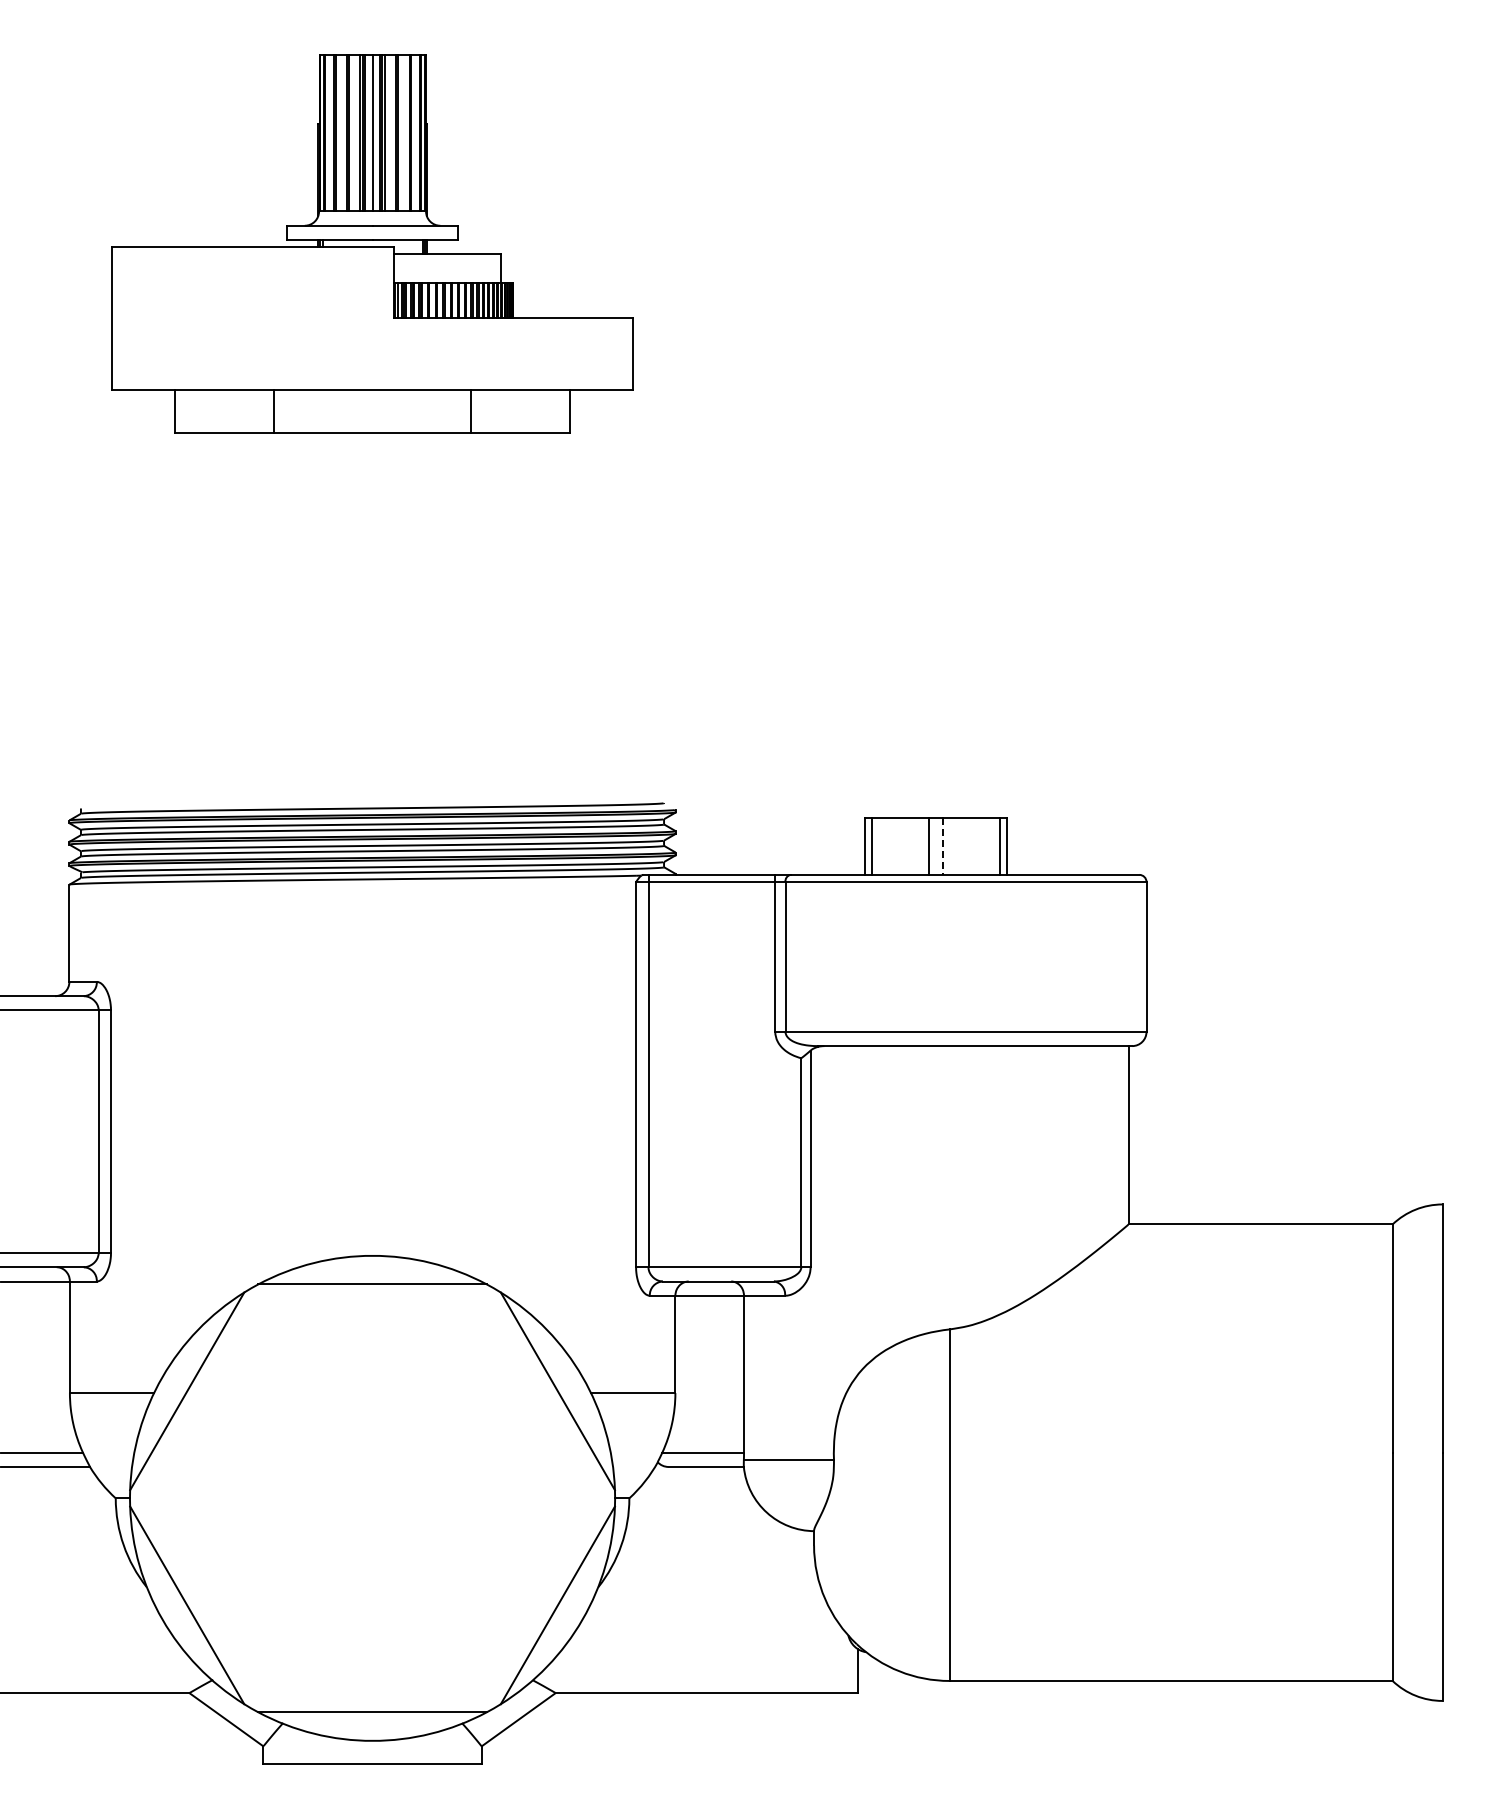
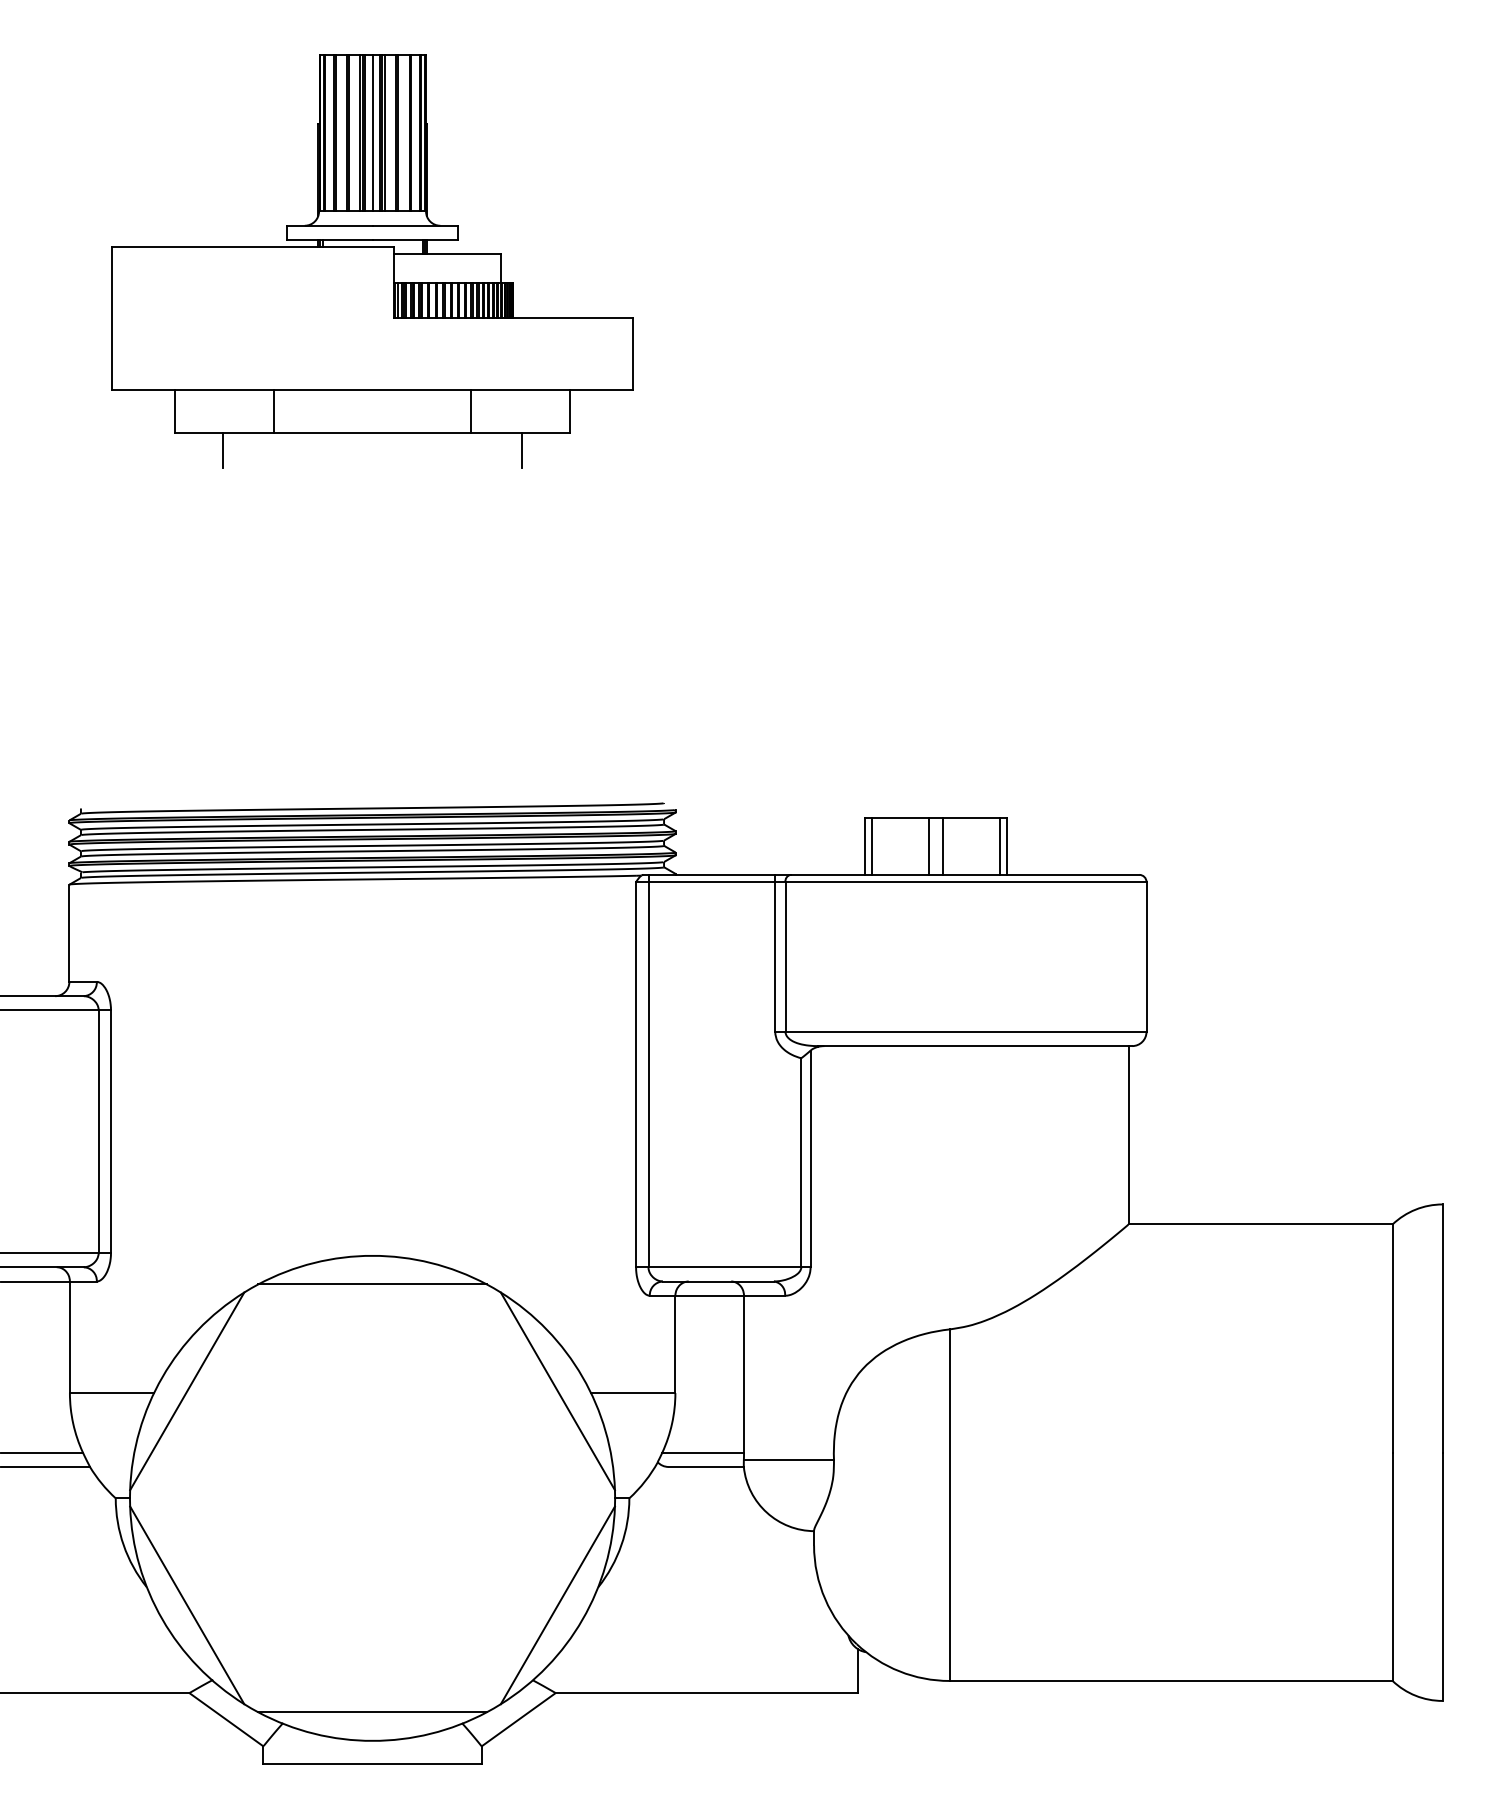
line at (222, 450): none -> present
line at (522, 450): none -> present
line at (943, 846): dashed -> solid
